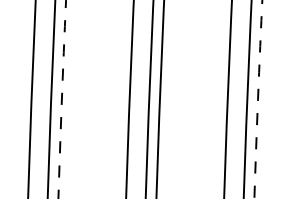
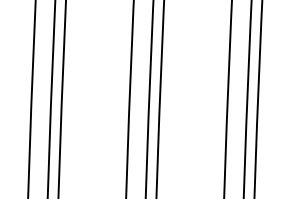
arc at (62, 99): dashed -> solid
arc at (258, 99): dashed -> solid
